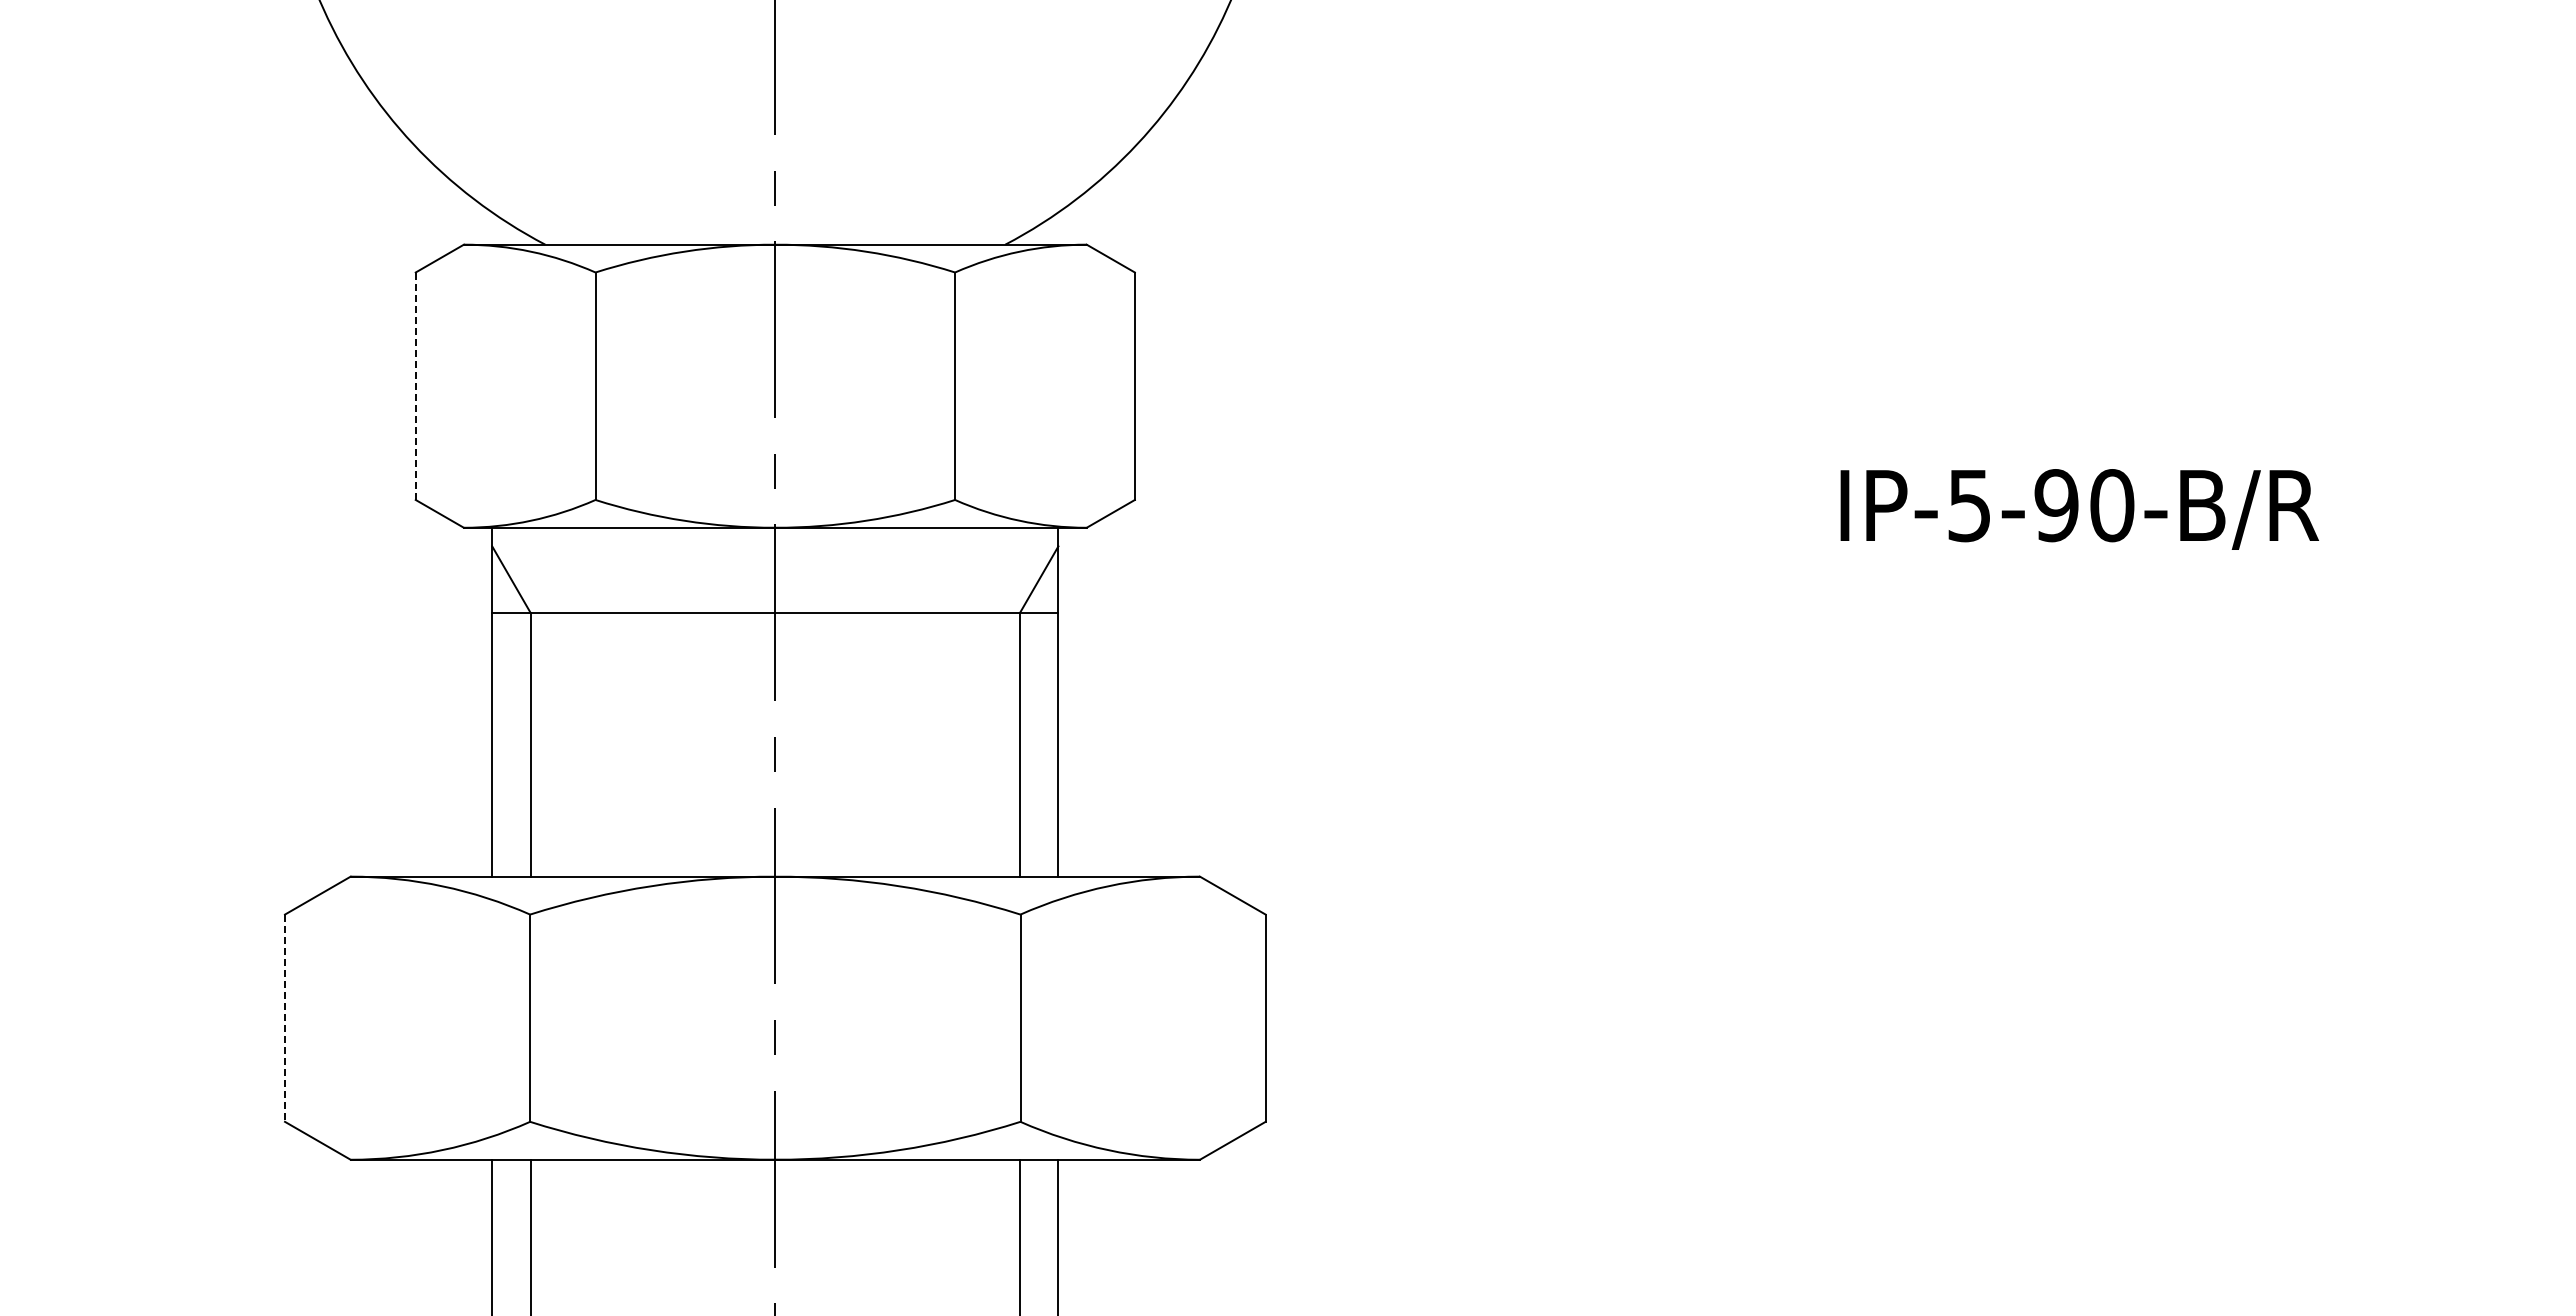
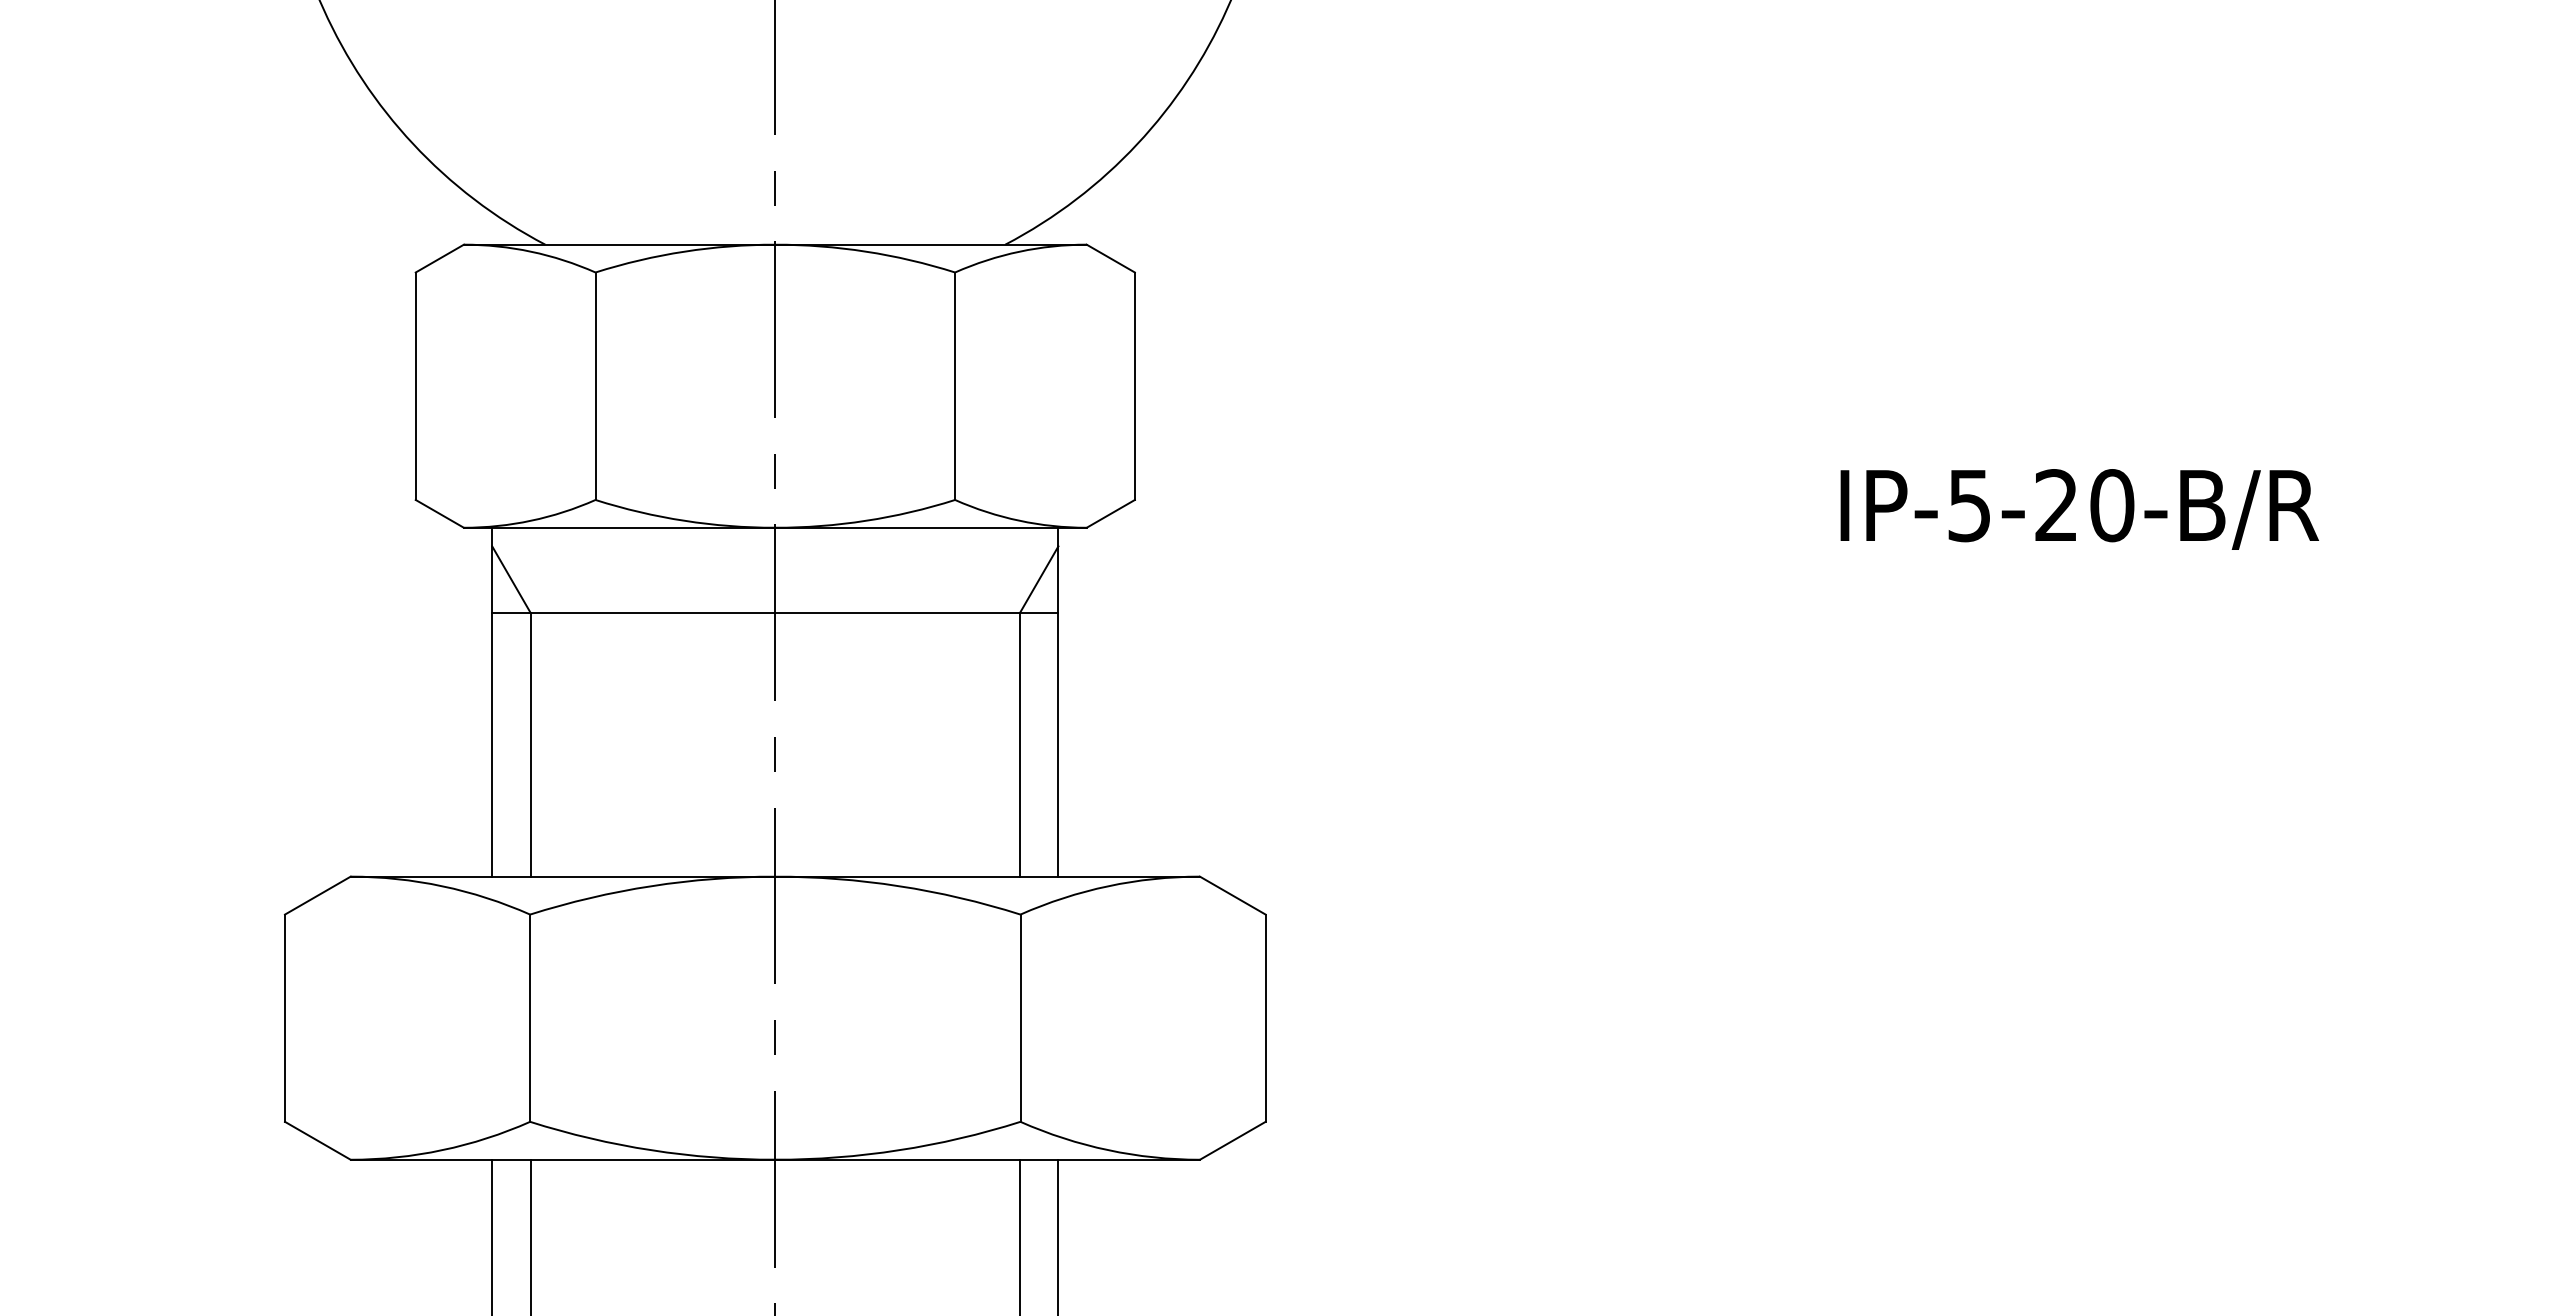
line at (415, 386): dashed -> solid
text at (2056, 505): IP-5-90-B/R -> IP-5-20-B/R
line at (284, 1018): dashed -> solid
